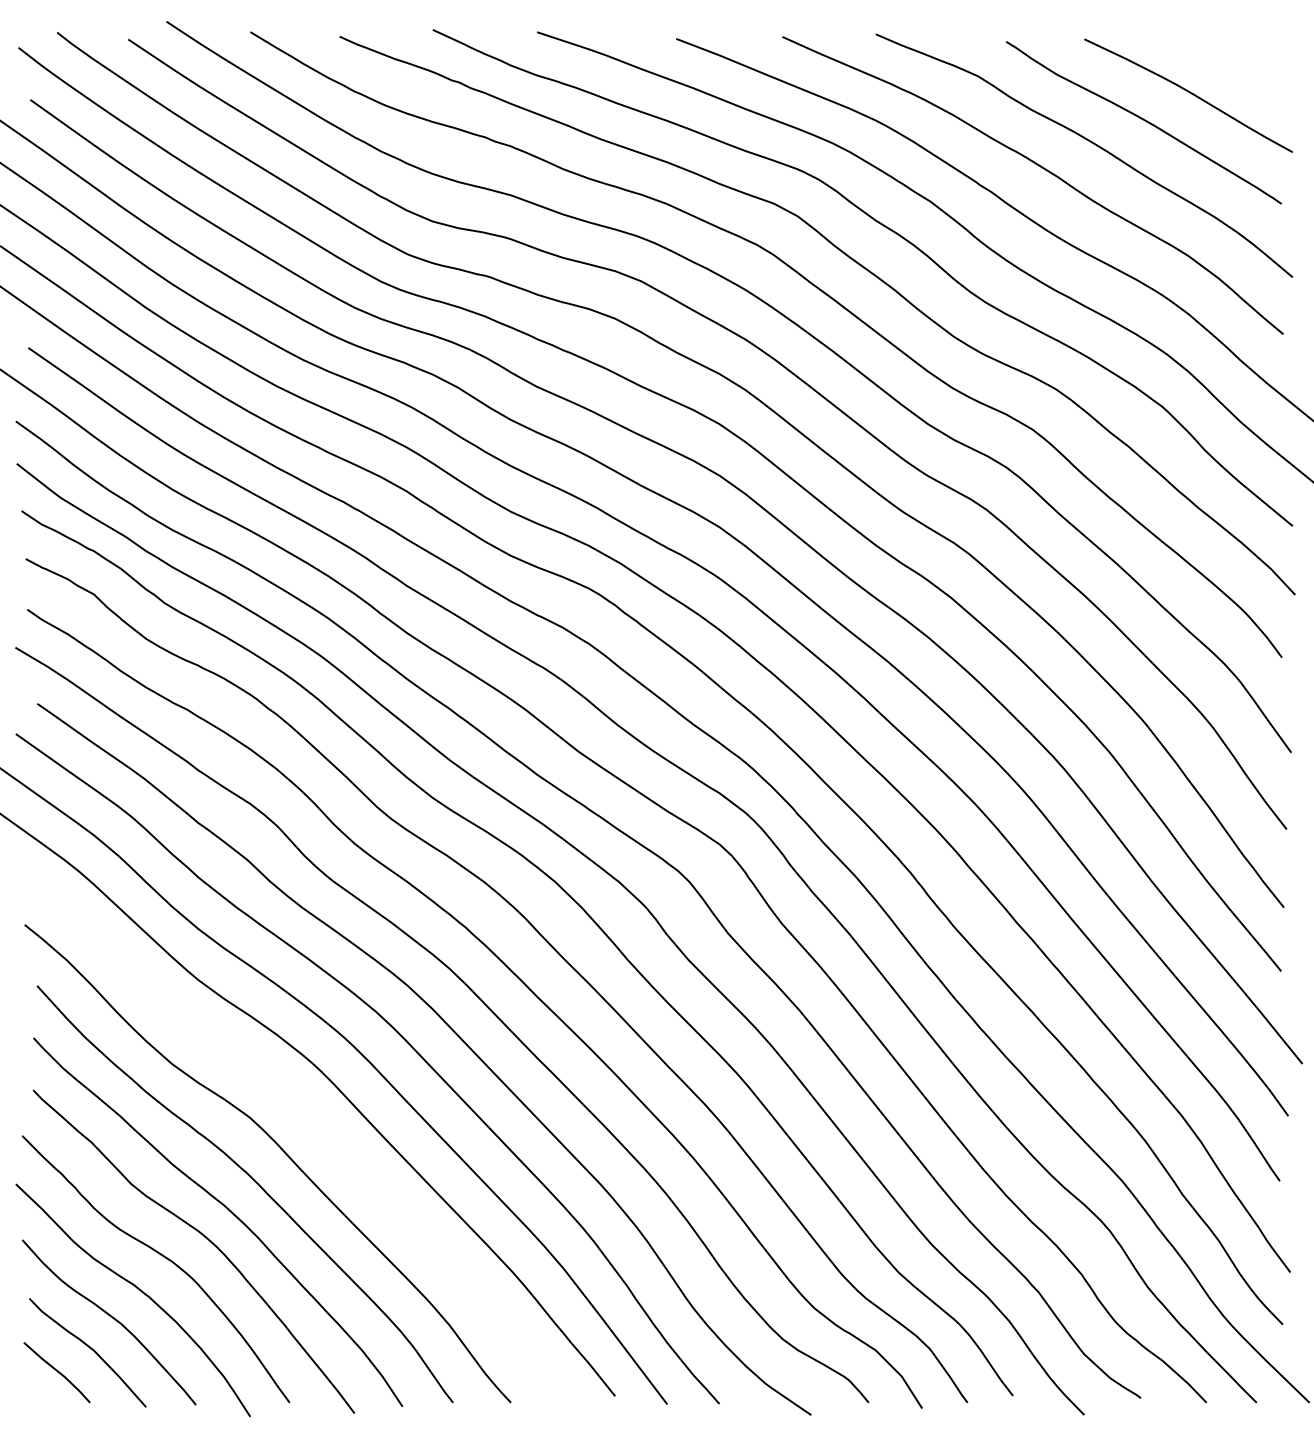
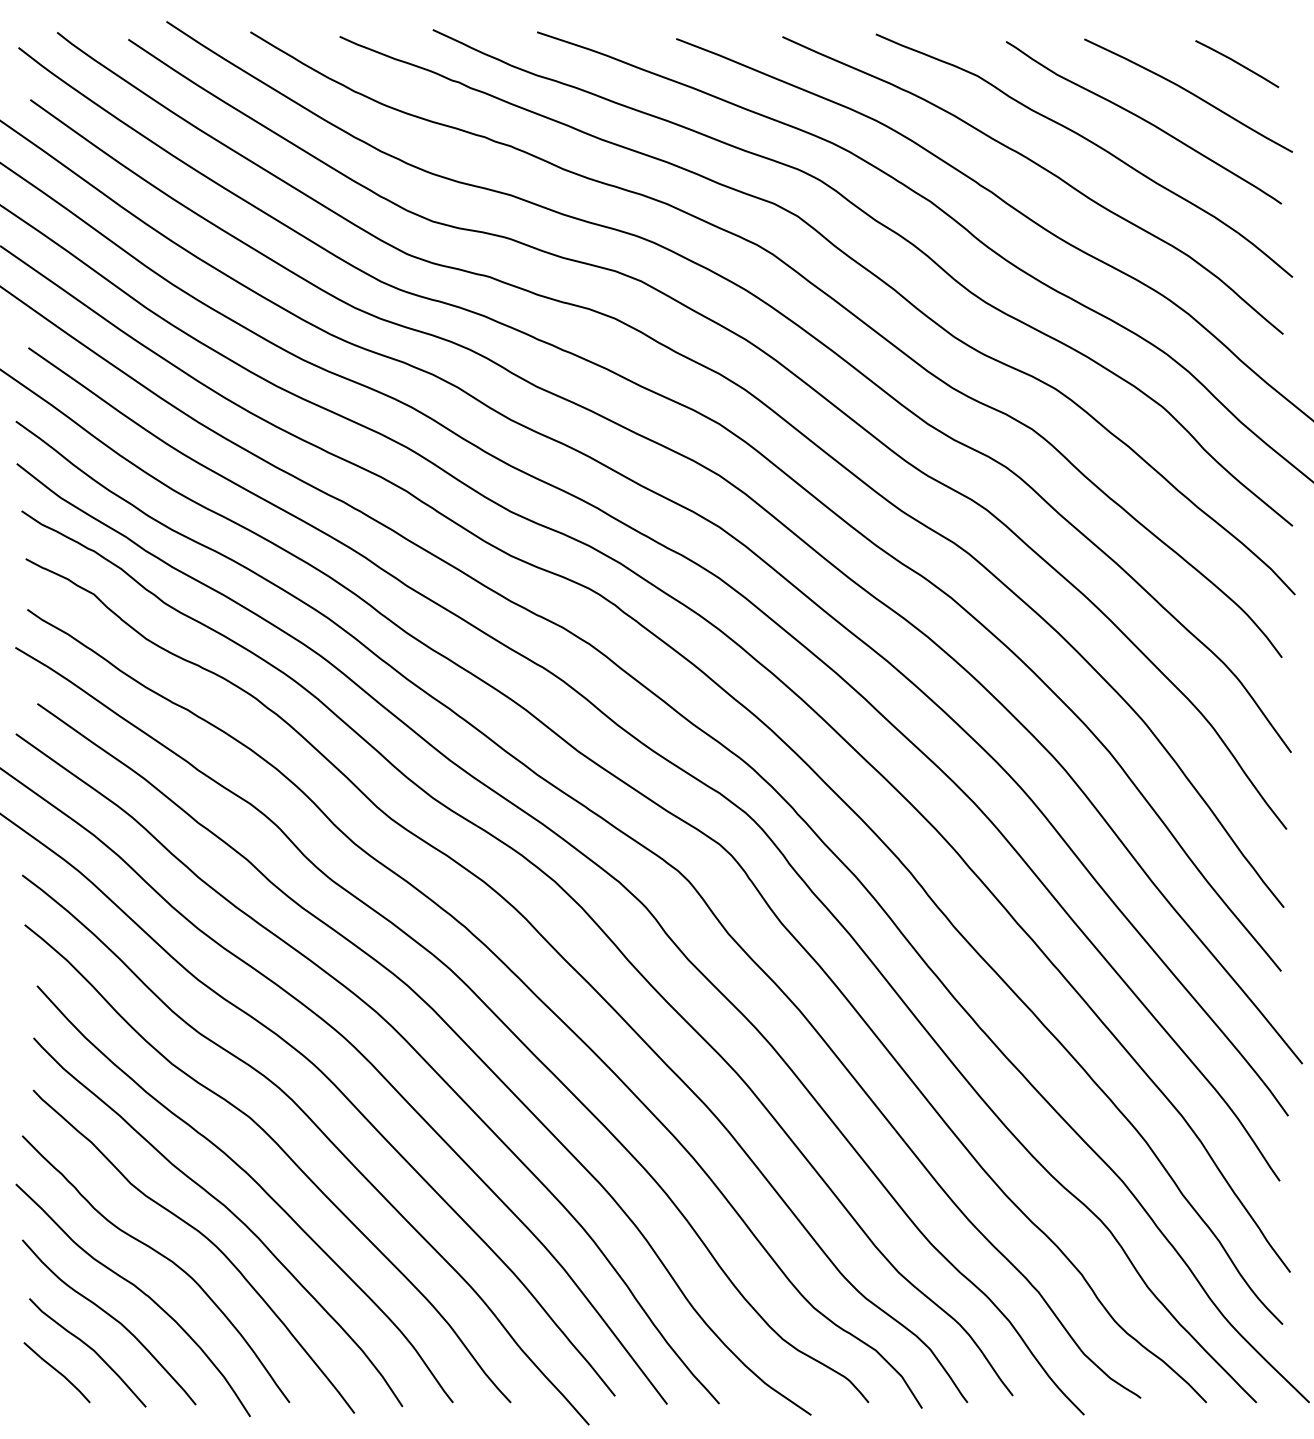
line at (1237, 63): none -> present
curve at (325, 1137): none -> present
